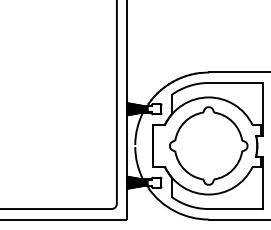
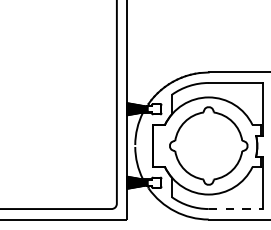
line at (235, 209): solid -> dashed
